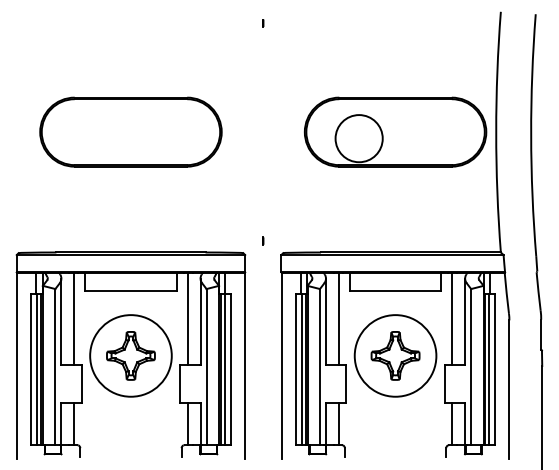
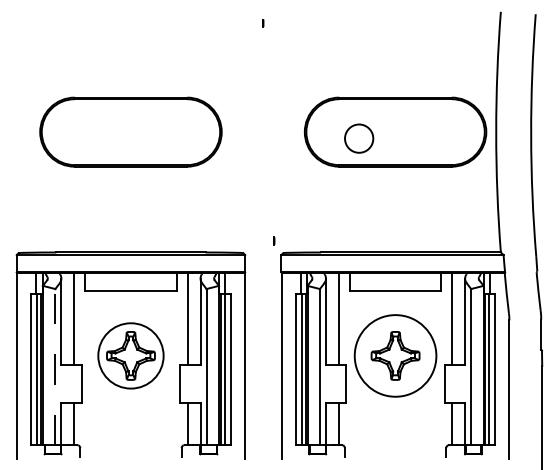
circle at (358, 138) diameter: 47 px -> 28 px
part at (263, 240) position: (263, 240) -> (274, 240)
circle at (130, 355) diameter: 82 px -> 65 px
line at (55, 366): solid -> dashed
